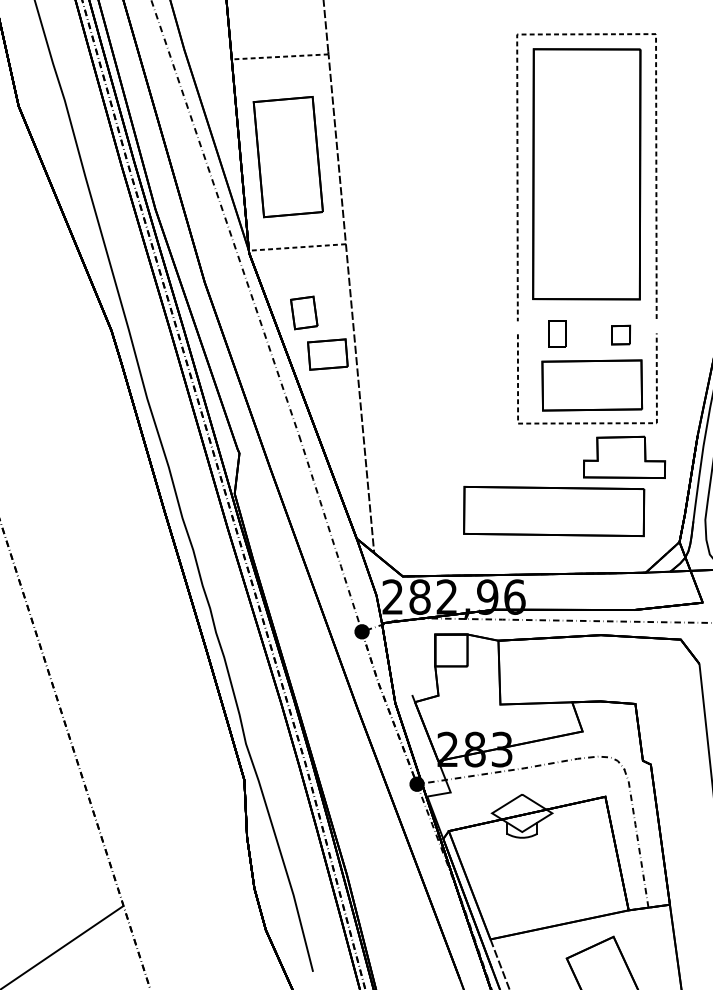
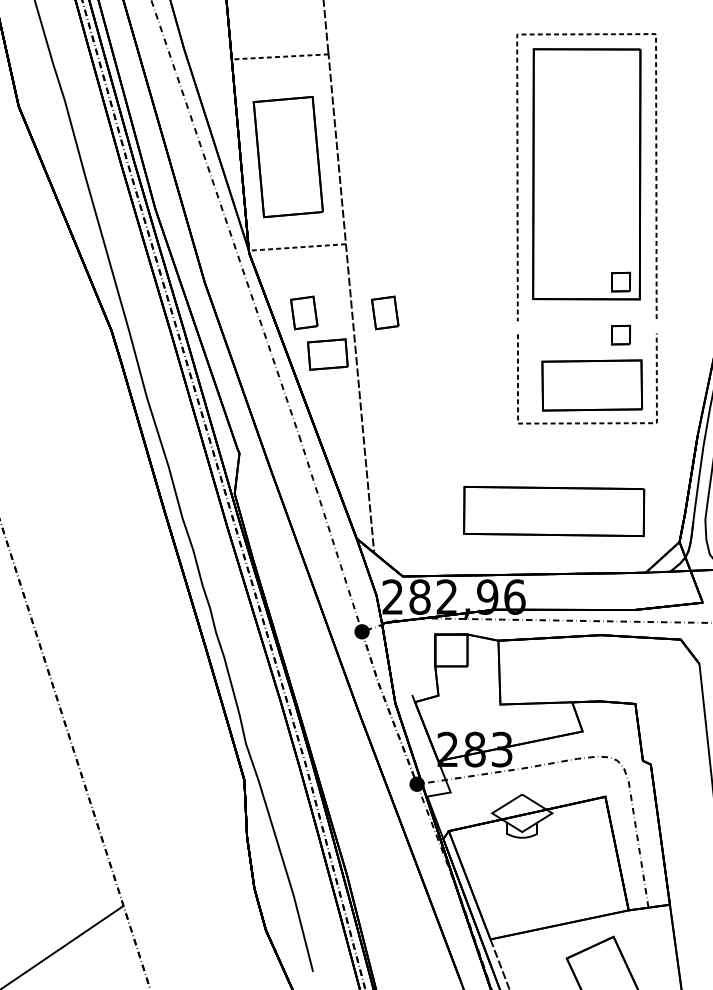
part at (621, 281): none -> present
part at (385, 312): none -> present
part at (557, 333): present -> none
part at (624, 456): present -> none
